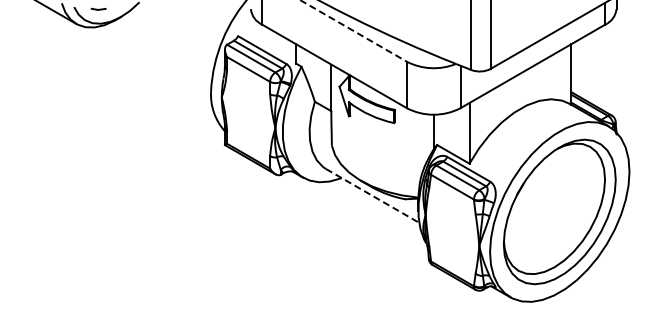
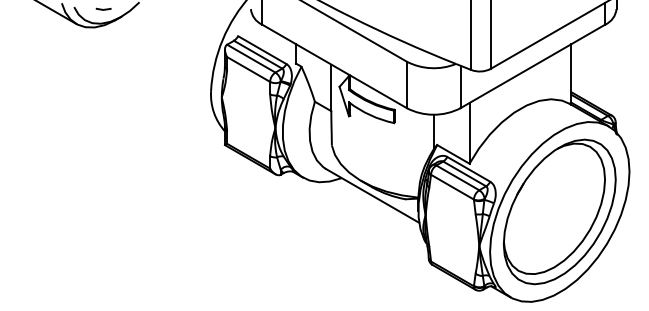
line at (97, 8) position: (97, 8) -> (102, 8)
line at (353, 30): dashed -> solid
line at (372, 195): dashed -> solid
